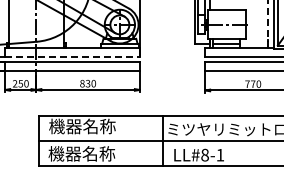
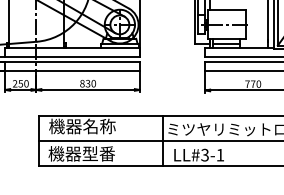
line at (268, 21): dashed -> solid
line at (73, 56): dashed -> solid
text at (98, 153): 機器名称 -> 機器型番
text at (204, 155): LL#8-1 -> LL#3-1
